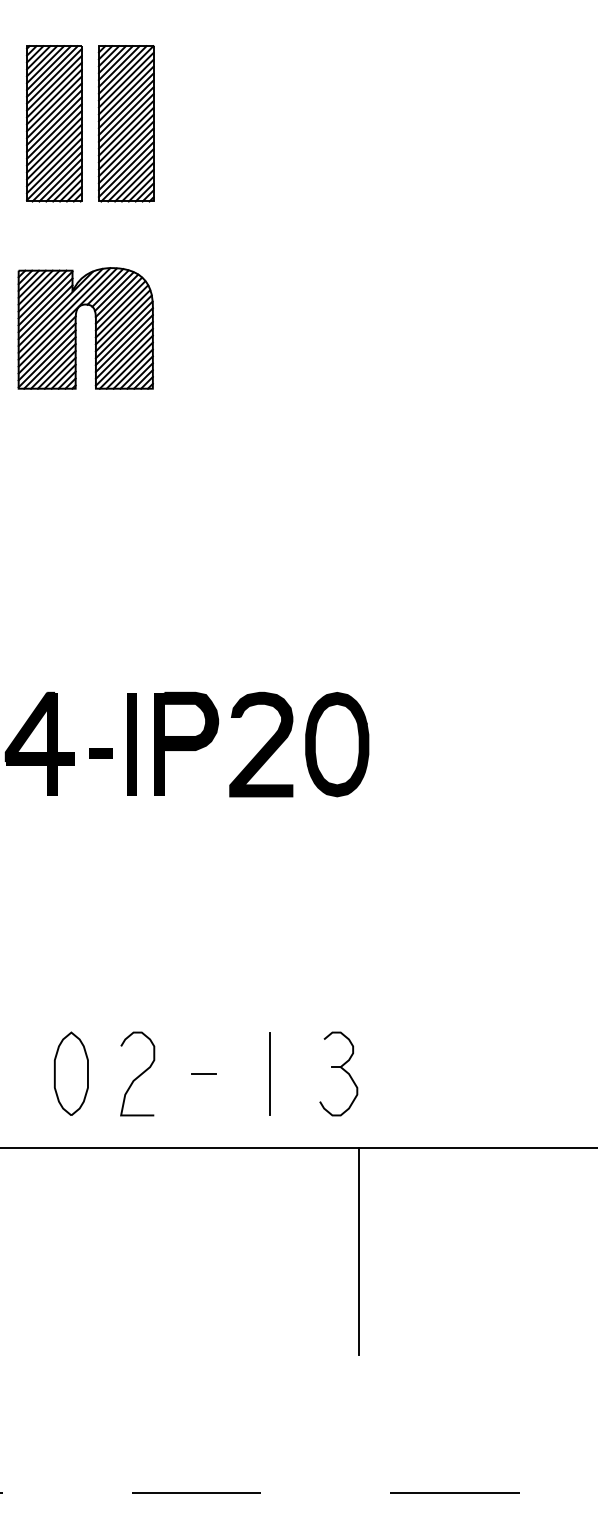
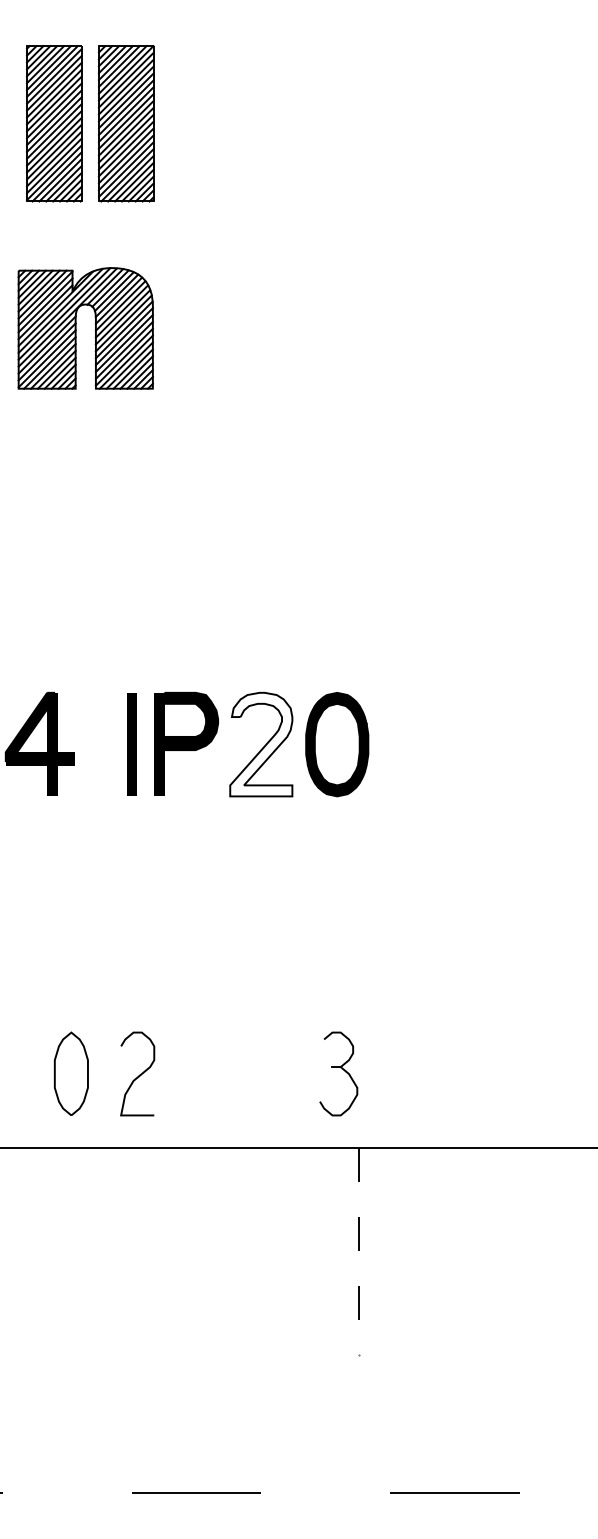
fill at (261, 744): present -> none
part at (100, 753): present -> none
line at (270, 1073): present -> none
line at (203, 1074): present -> none
line at (358, 1251): solid -> dashed
